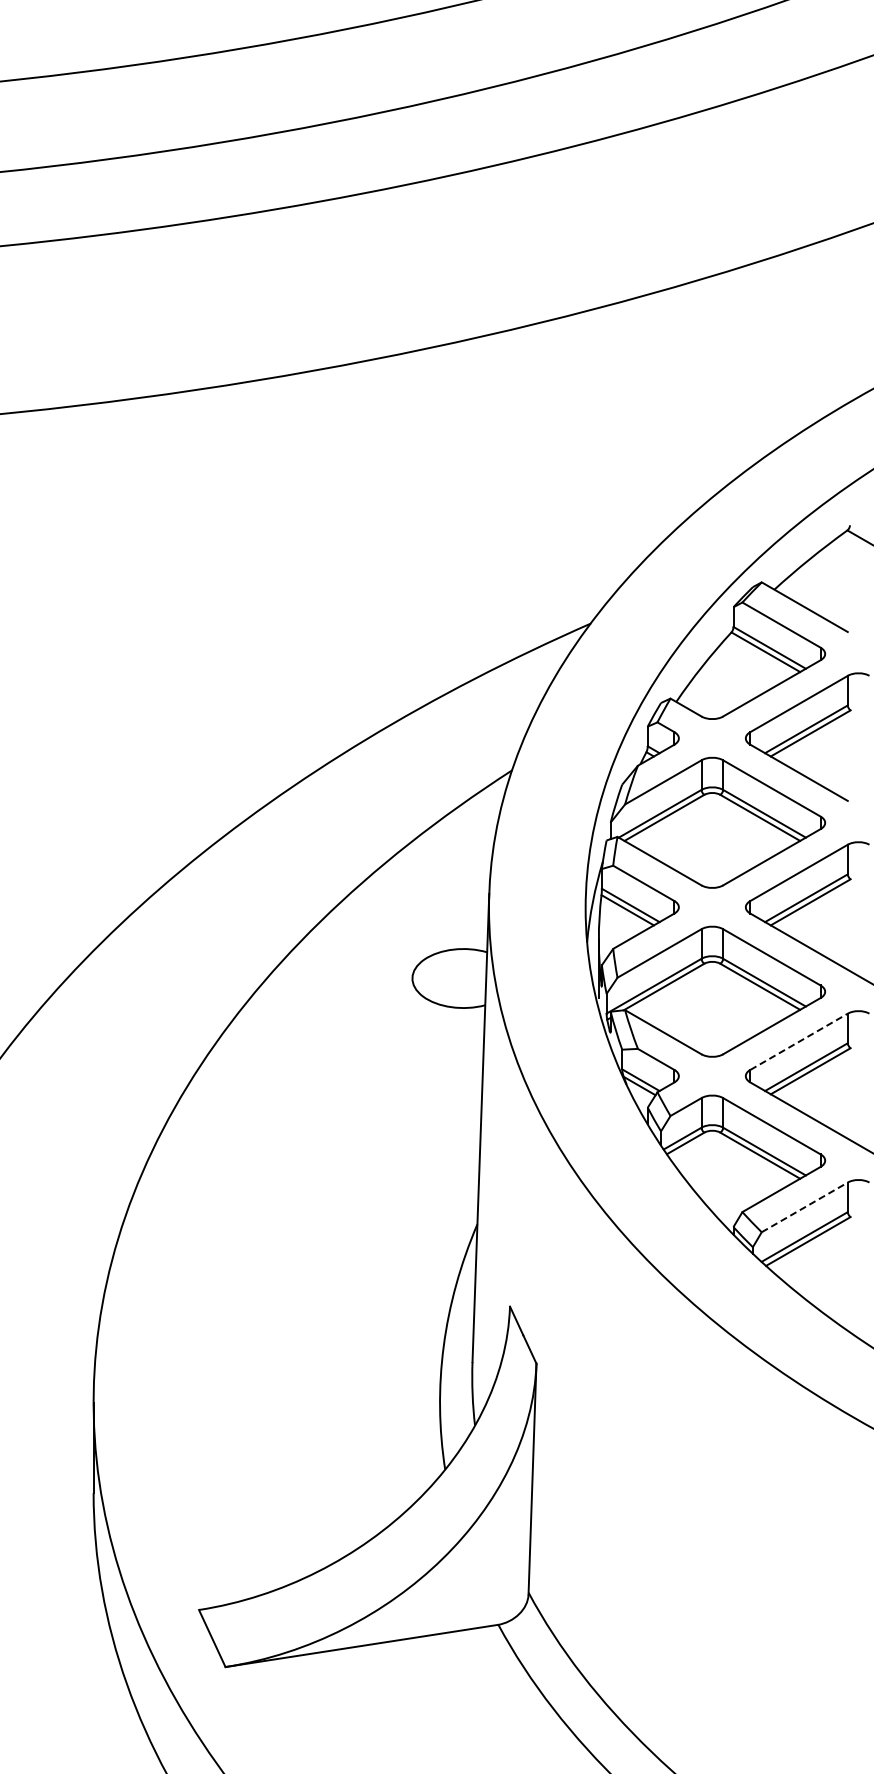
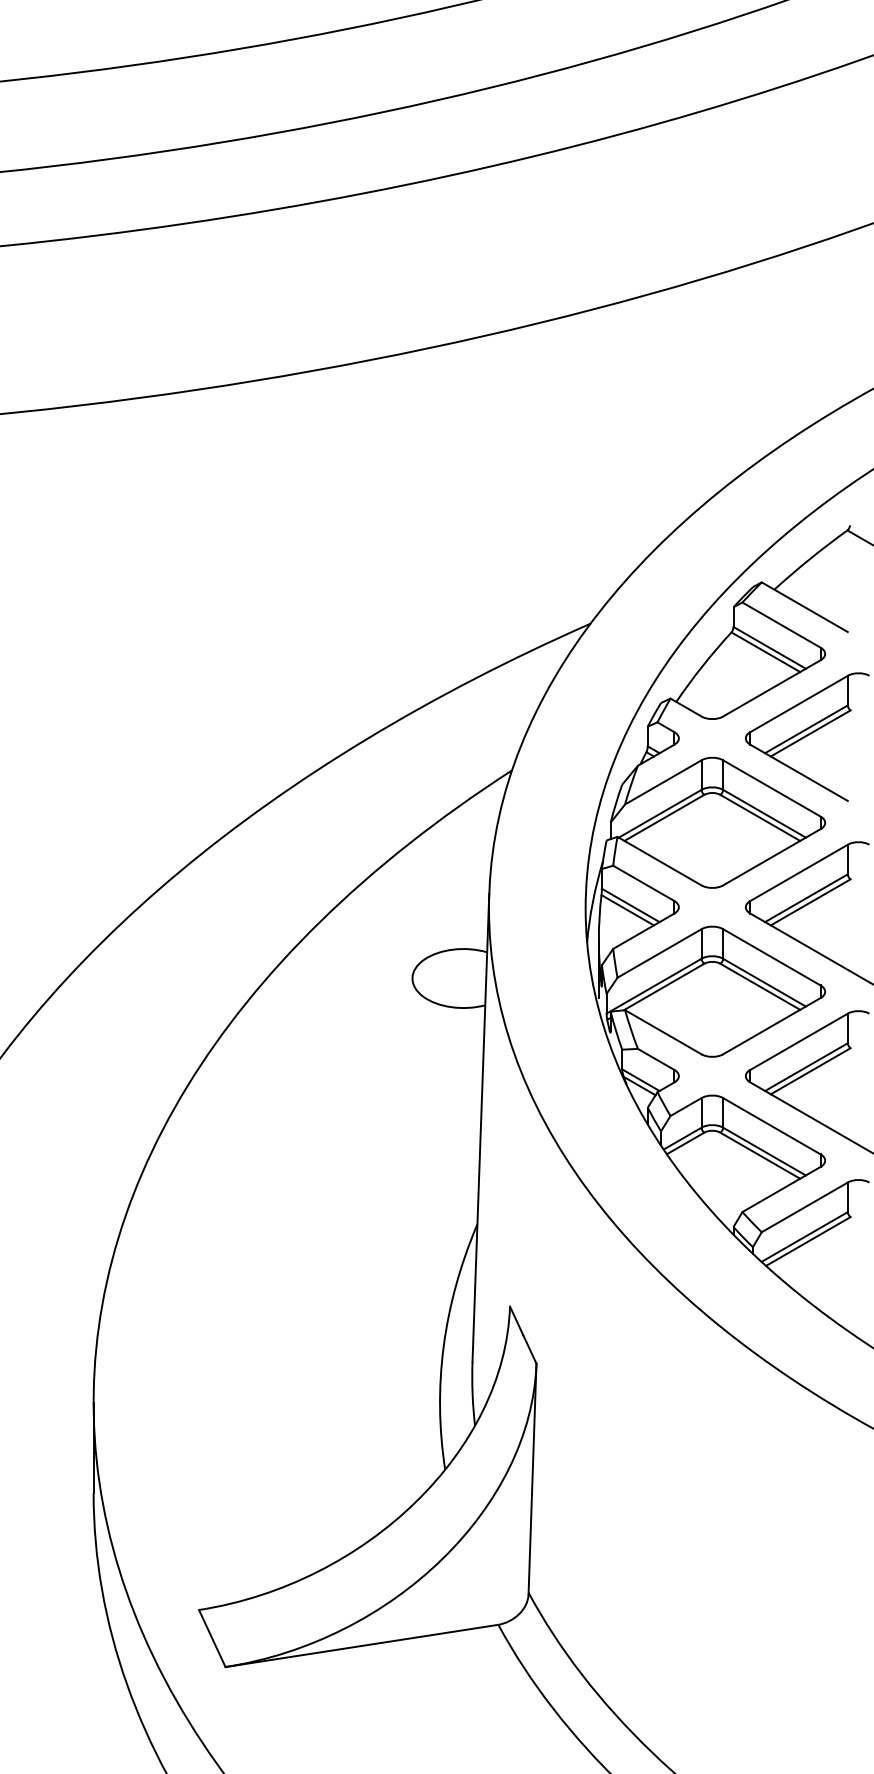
line at (799, 1041): dashed -> solid
line at (804, 1207): dashed -> solid
